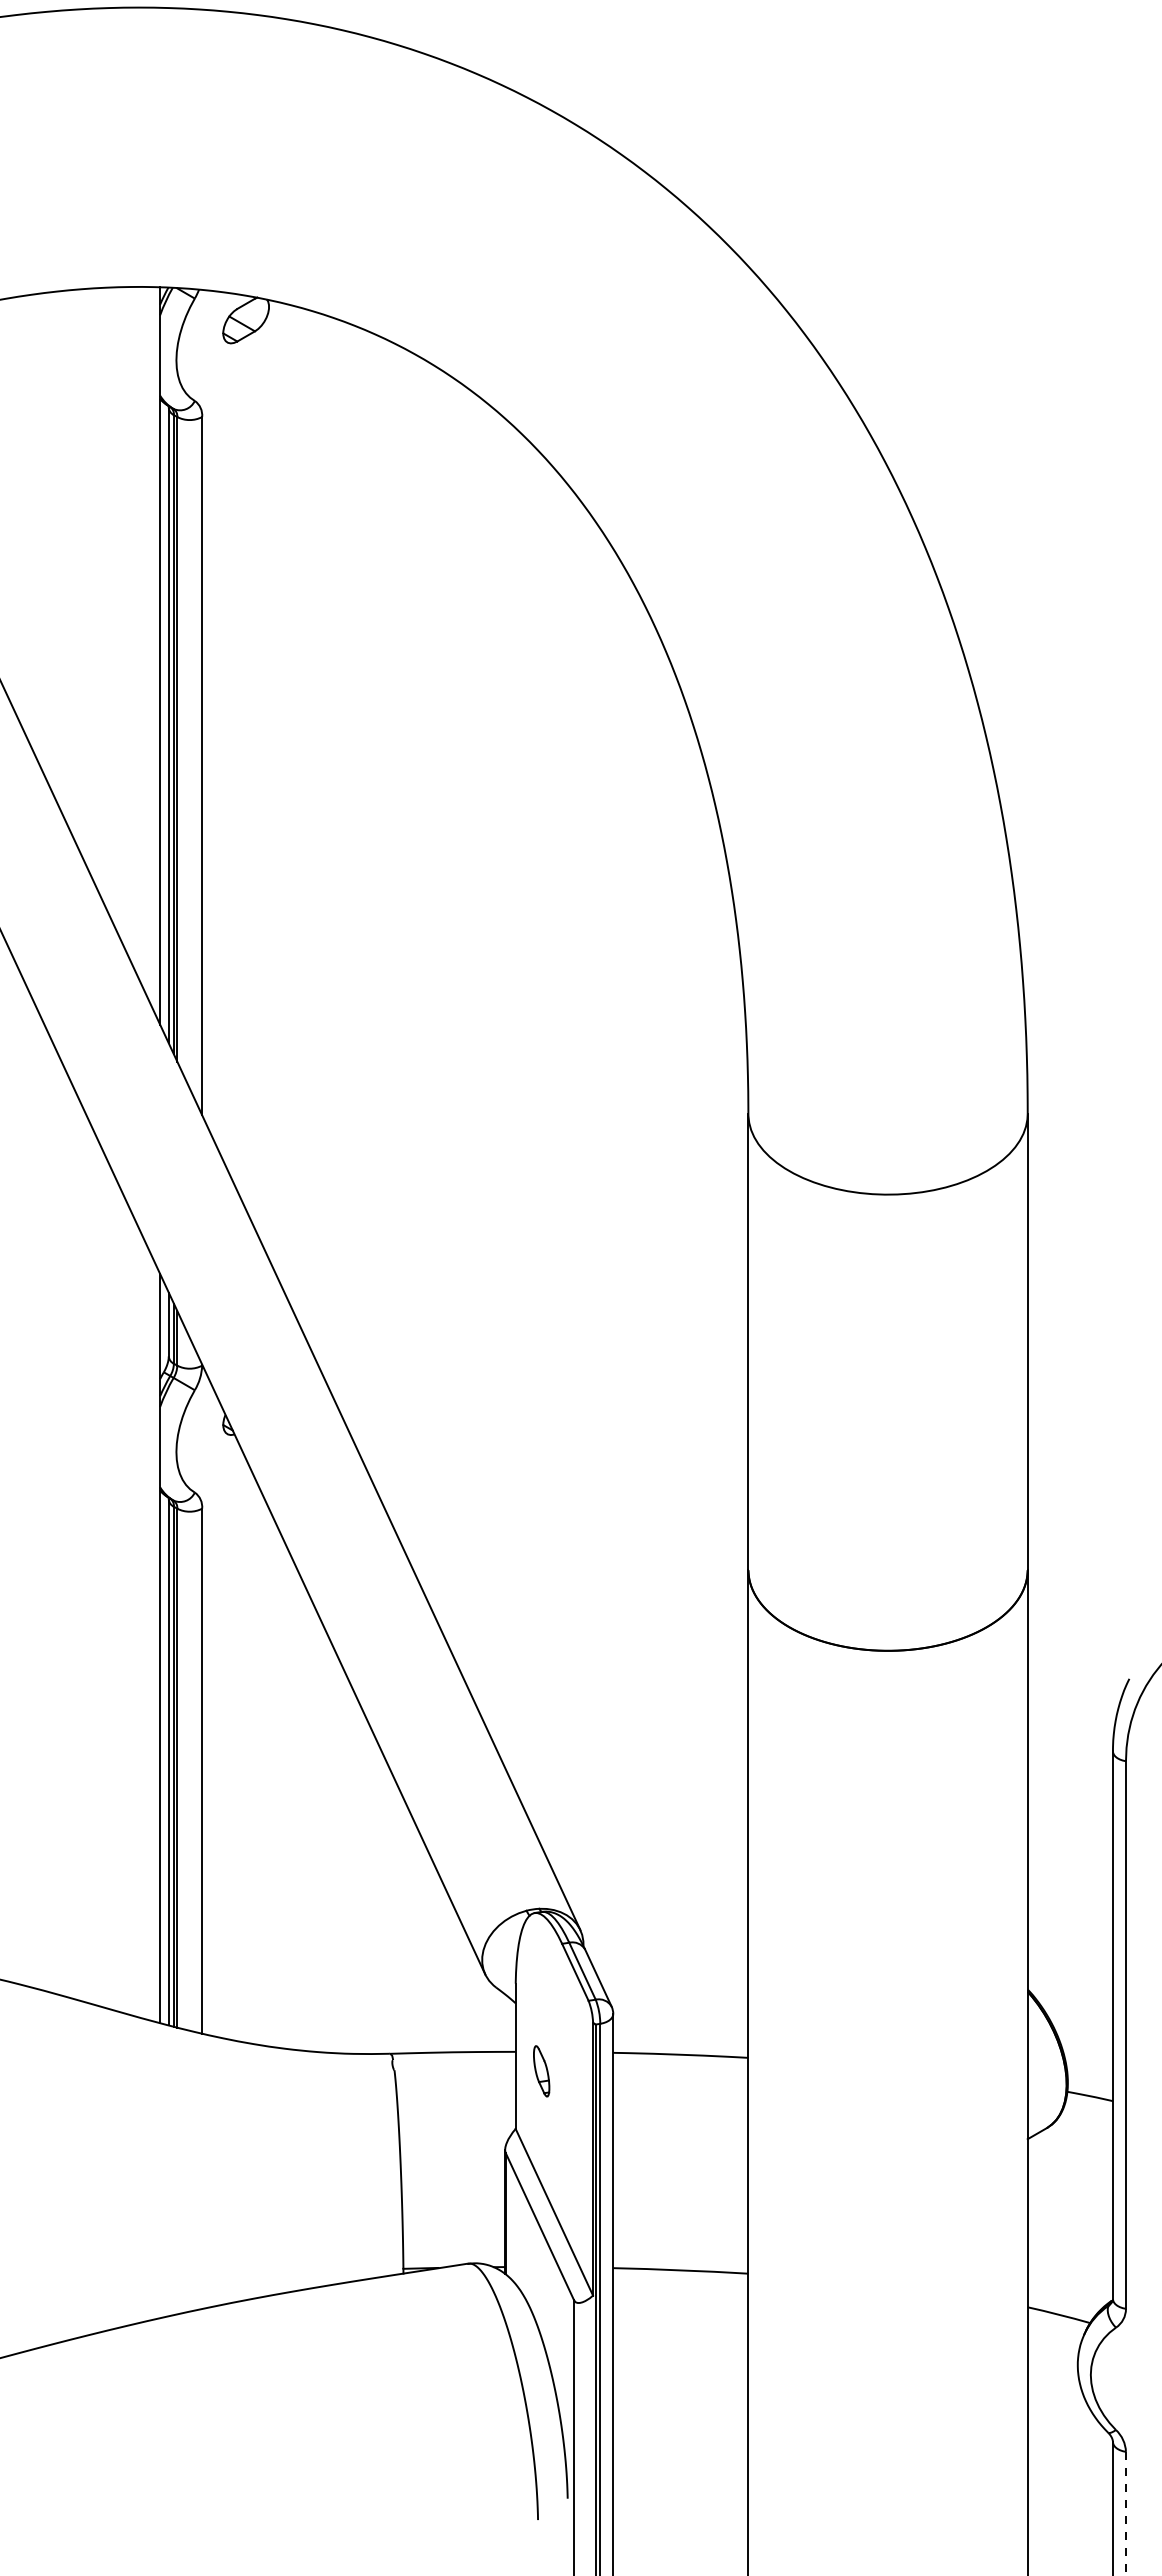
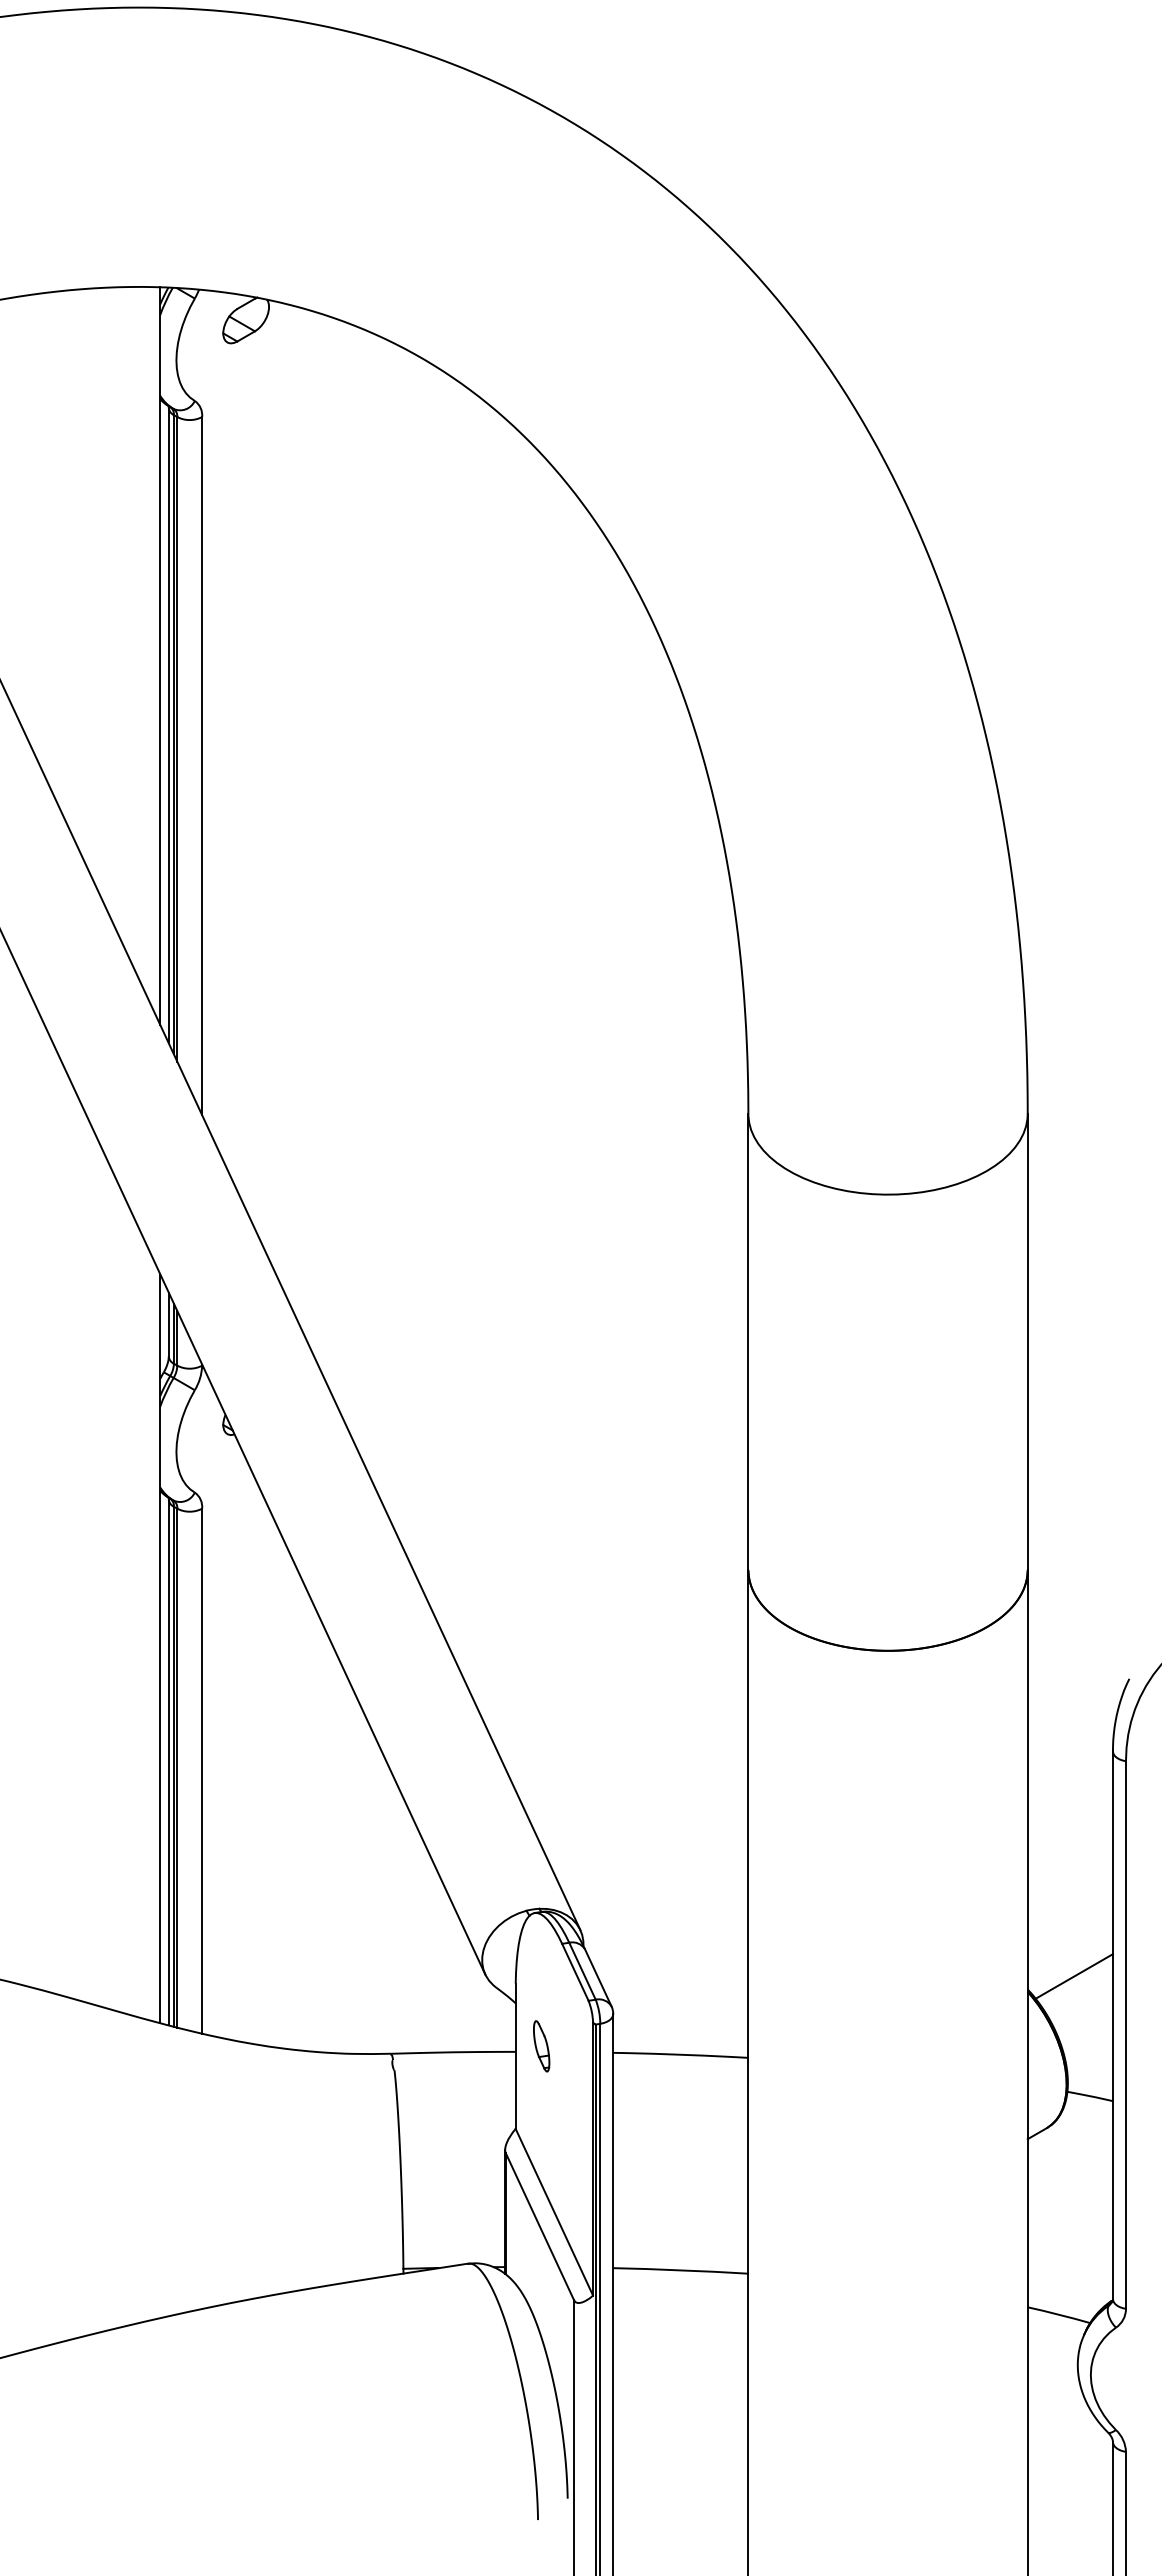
line at (1073, 1976): none -> present
part at (541, 2071) position: (541, 2071) -> (541, 2046)
line at (1125, 2513): dashed -> solid
